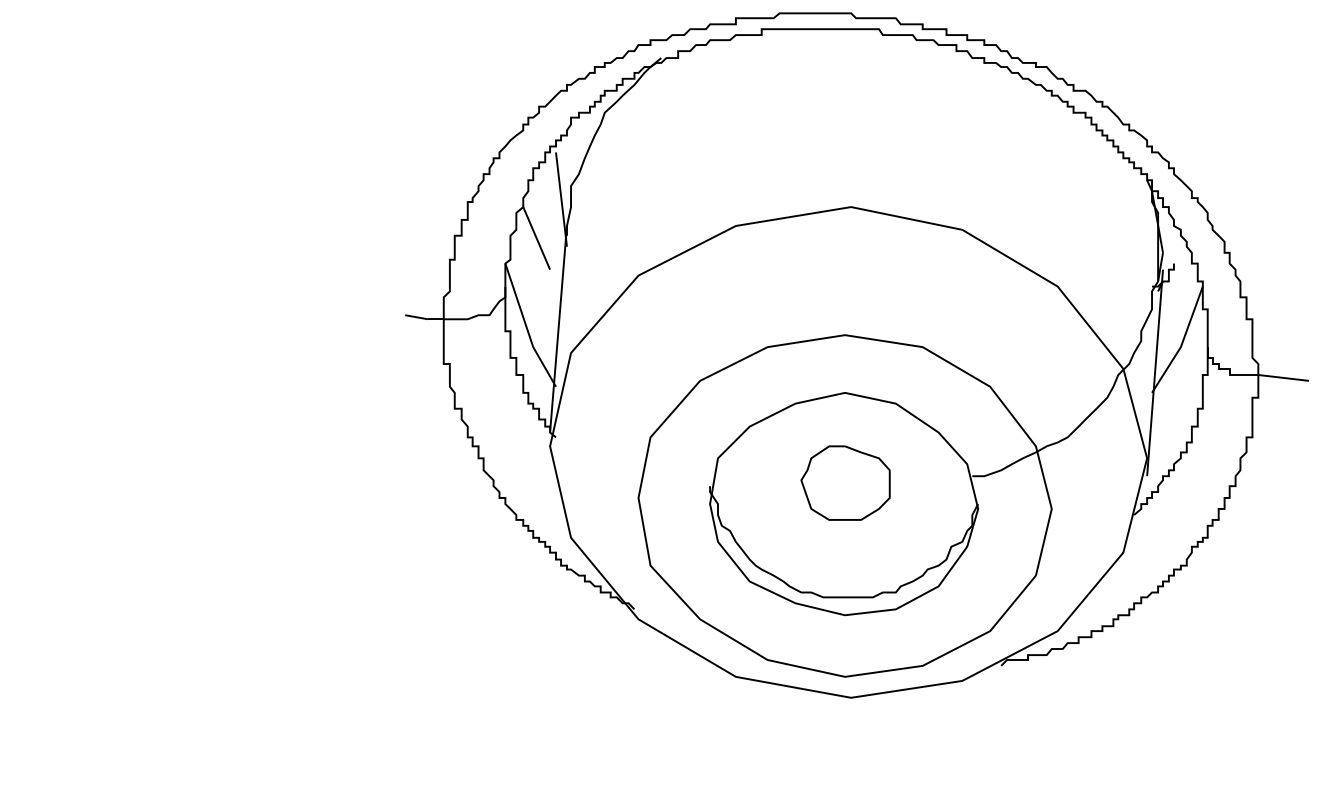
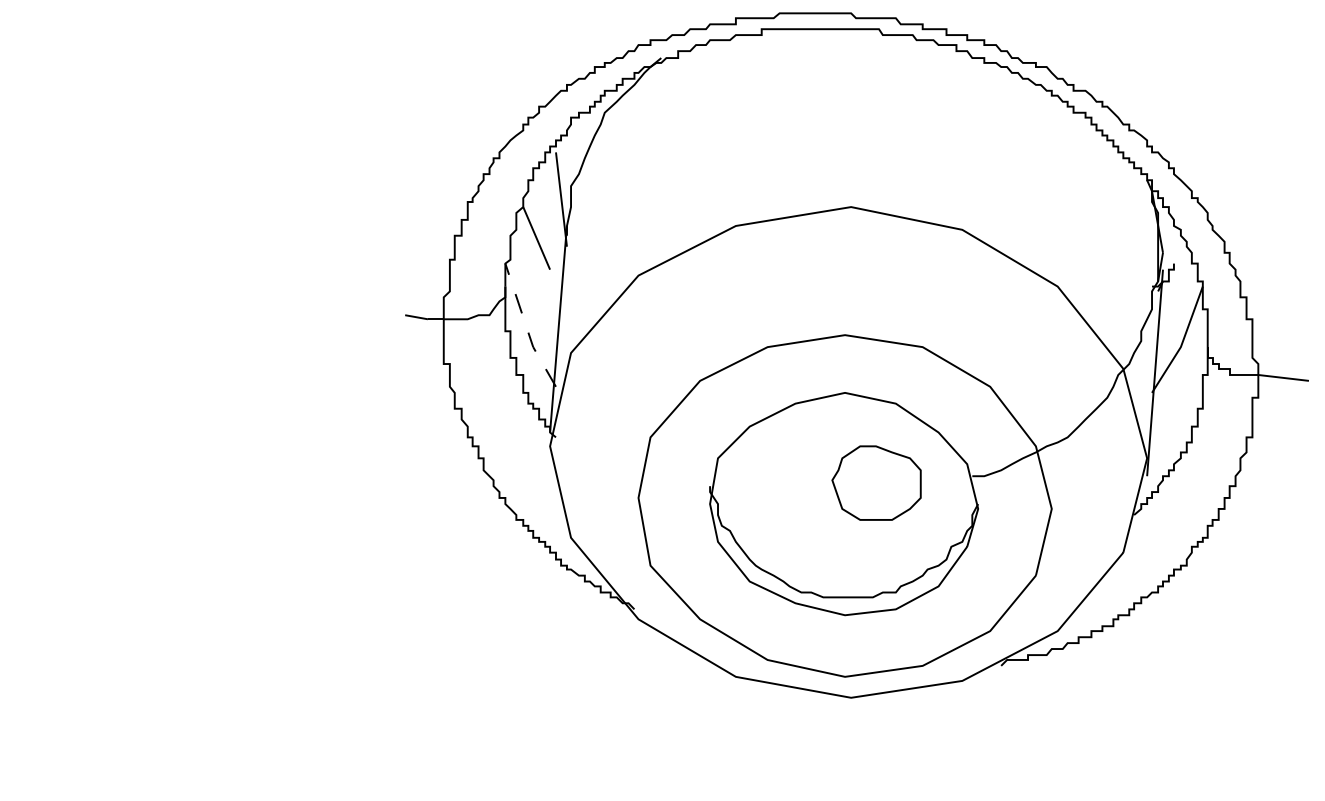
line at (526, 327): solid -> dashed
part at (845, 482) position: (845, 482) -> (876, 482)
